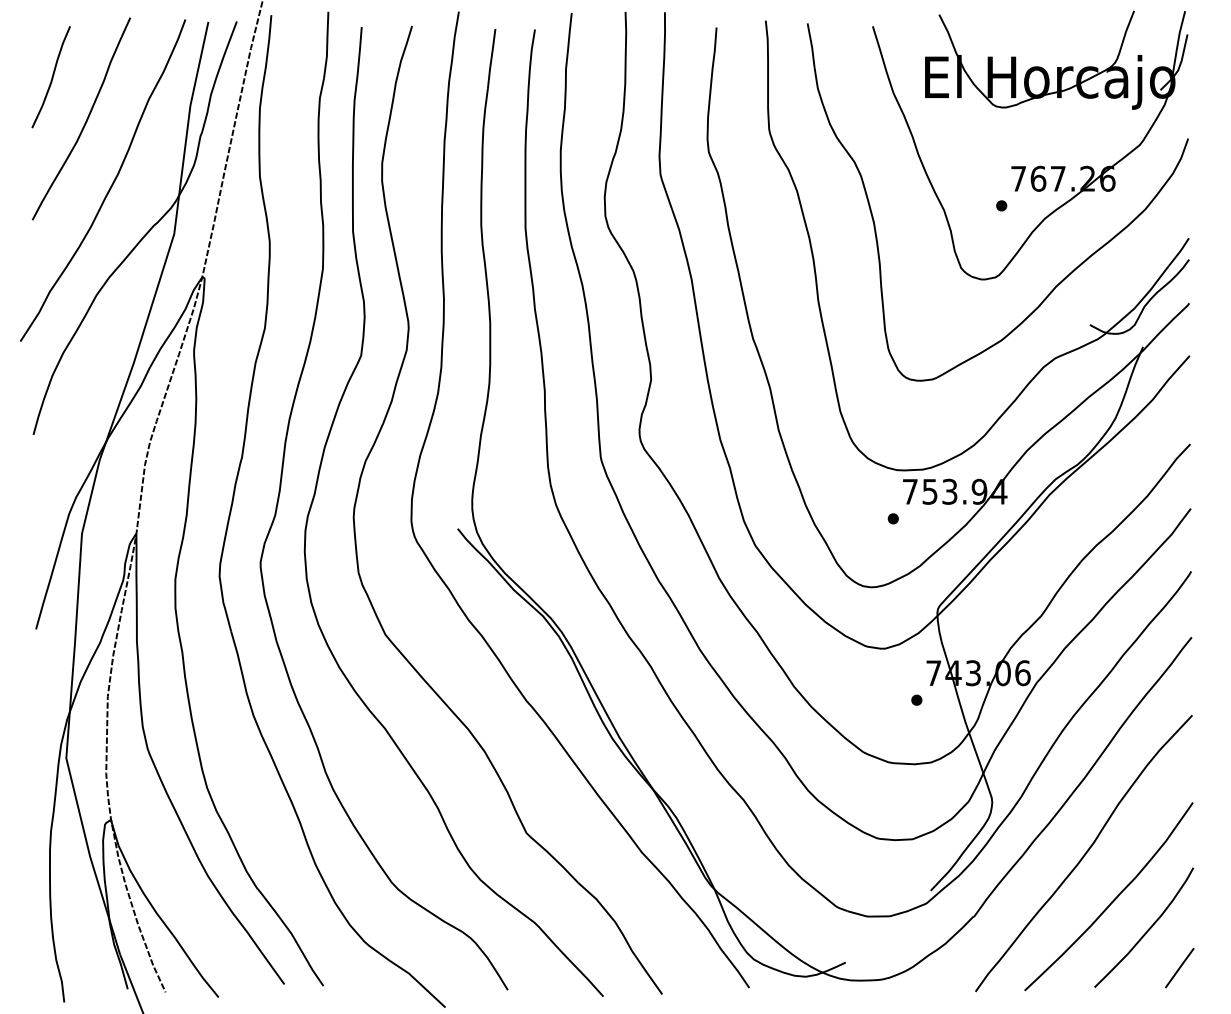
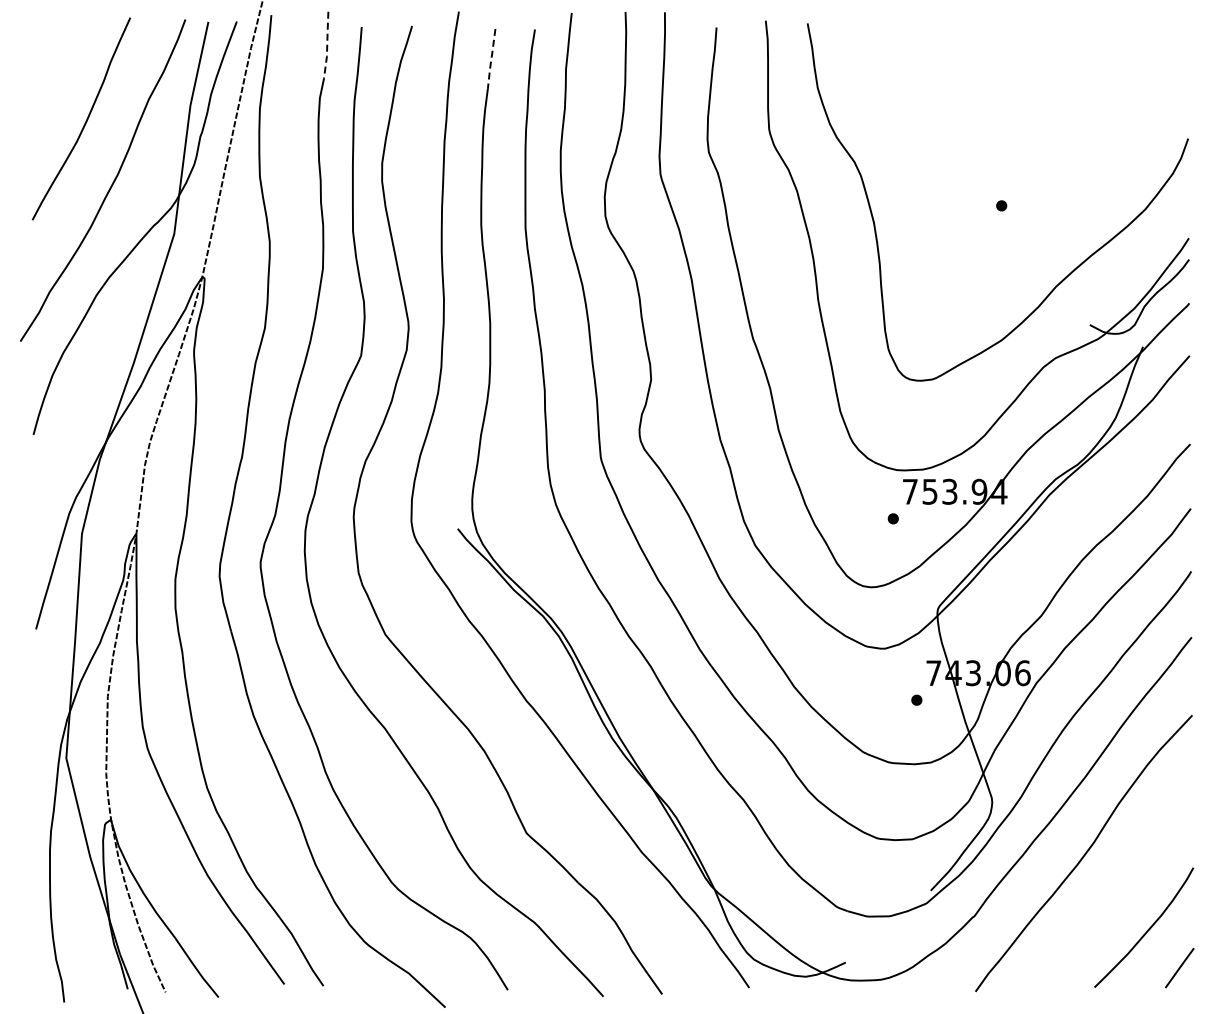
line at (327, 45): solid -> dashed
line at (491, 59): solid -> dashed
curve at (51, 77): present -> none
part at (1025, 166): present -> none
curve at (1112, 900): present -> none
